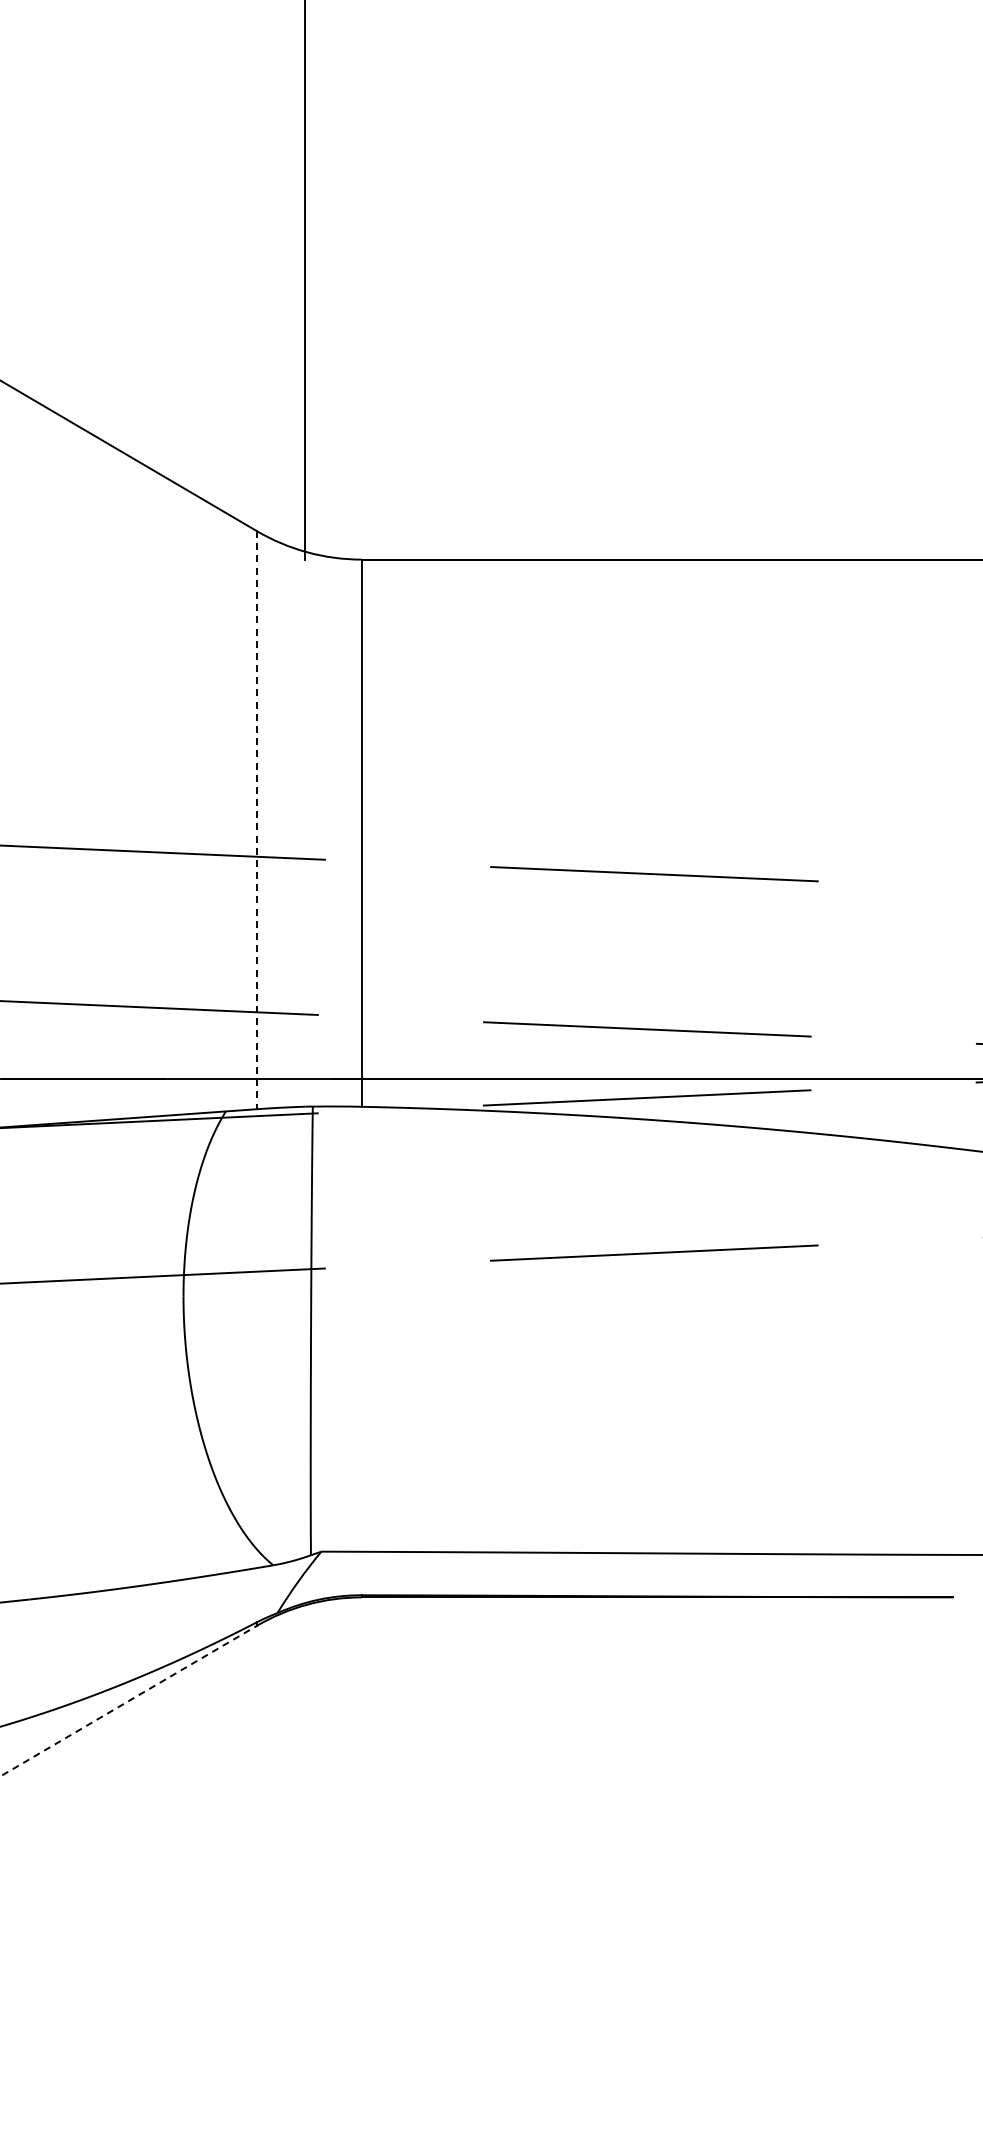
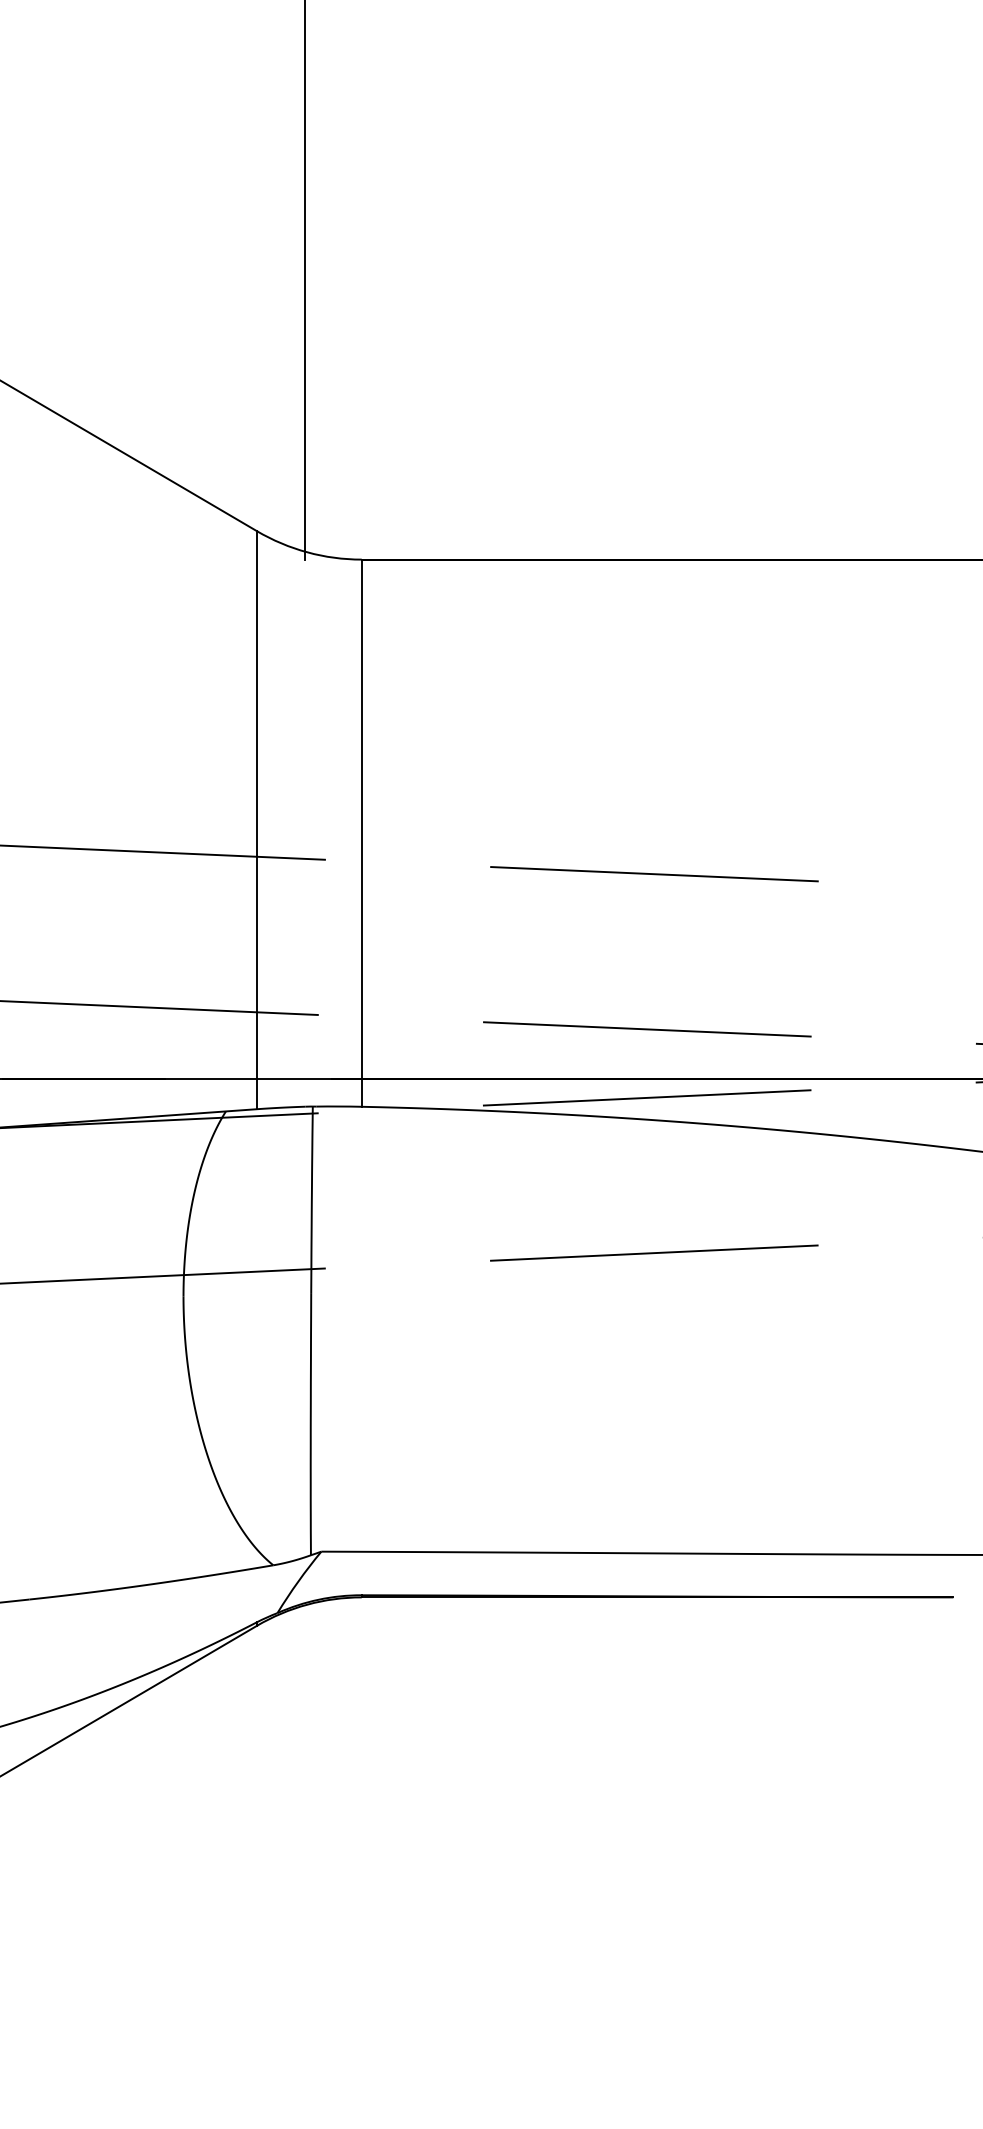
line at (256, 820): dashed -> solid
line at (129, 1700): dashed -> solid
